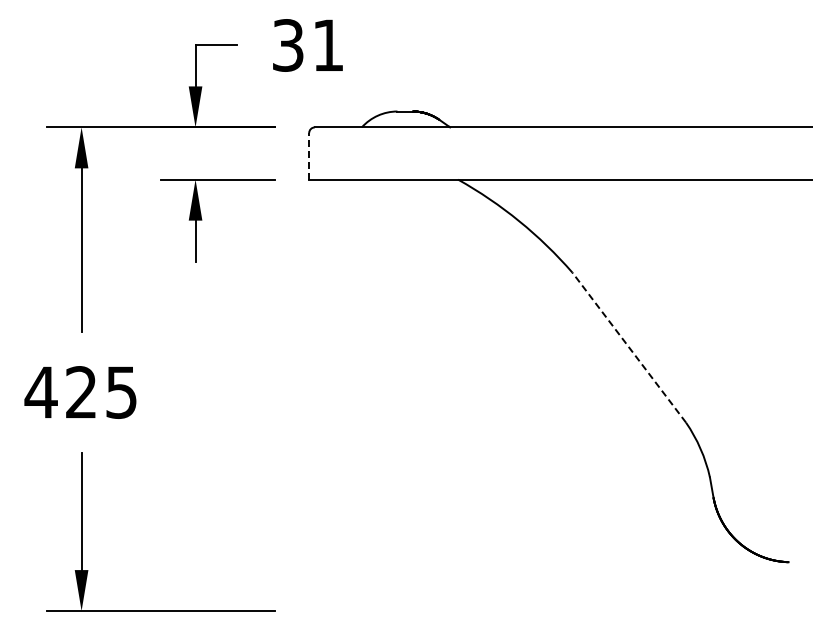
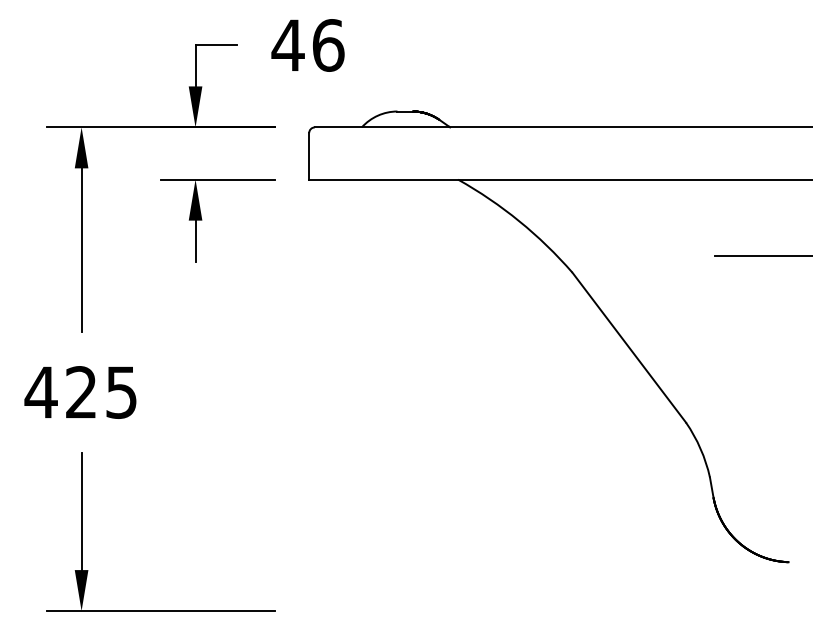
text at (307, 45): 31 -> 46
line at (309, 155): dashed -> solid
line at (761, 255): none -> present
line at (628, 347): dashed -> solid
